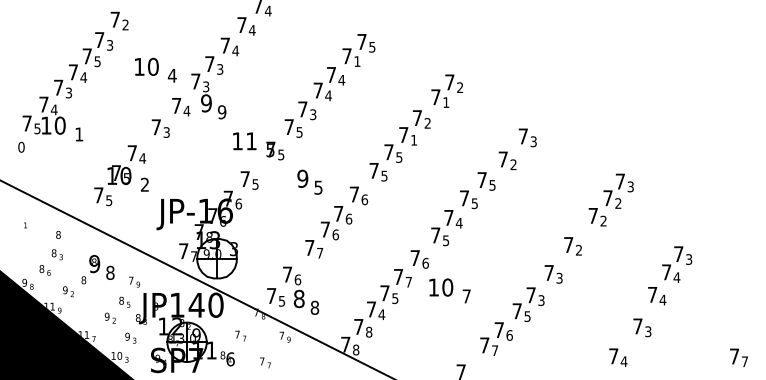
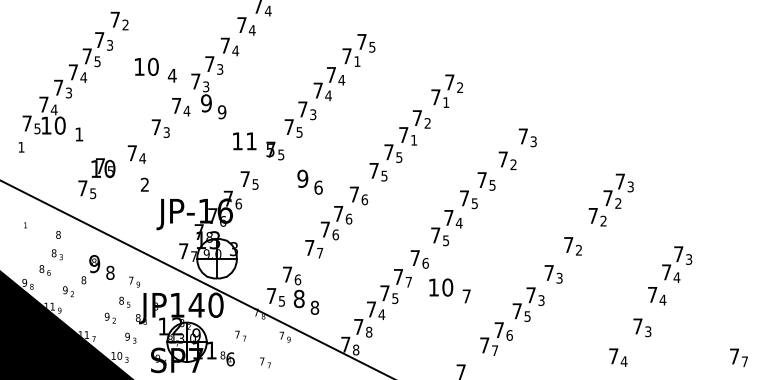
text at (21, 146): 0 -> 1
text at (112, 185) position: (112, 185) -> (96, 178)
text at (318, 187): 5 -> 6
